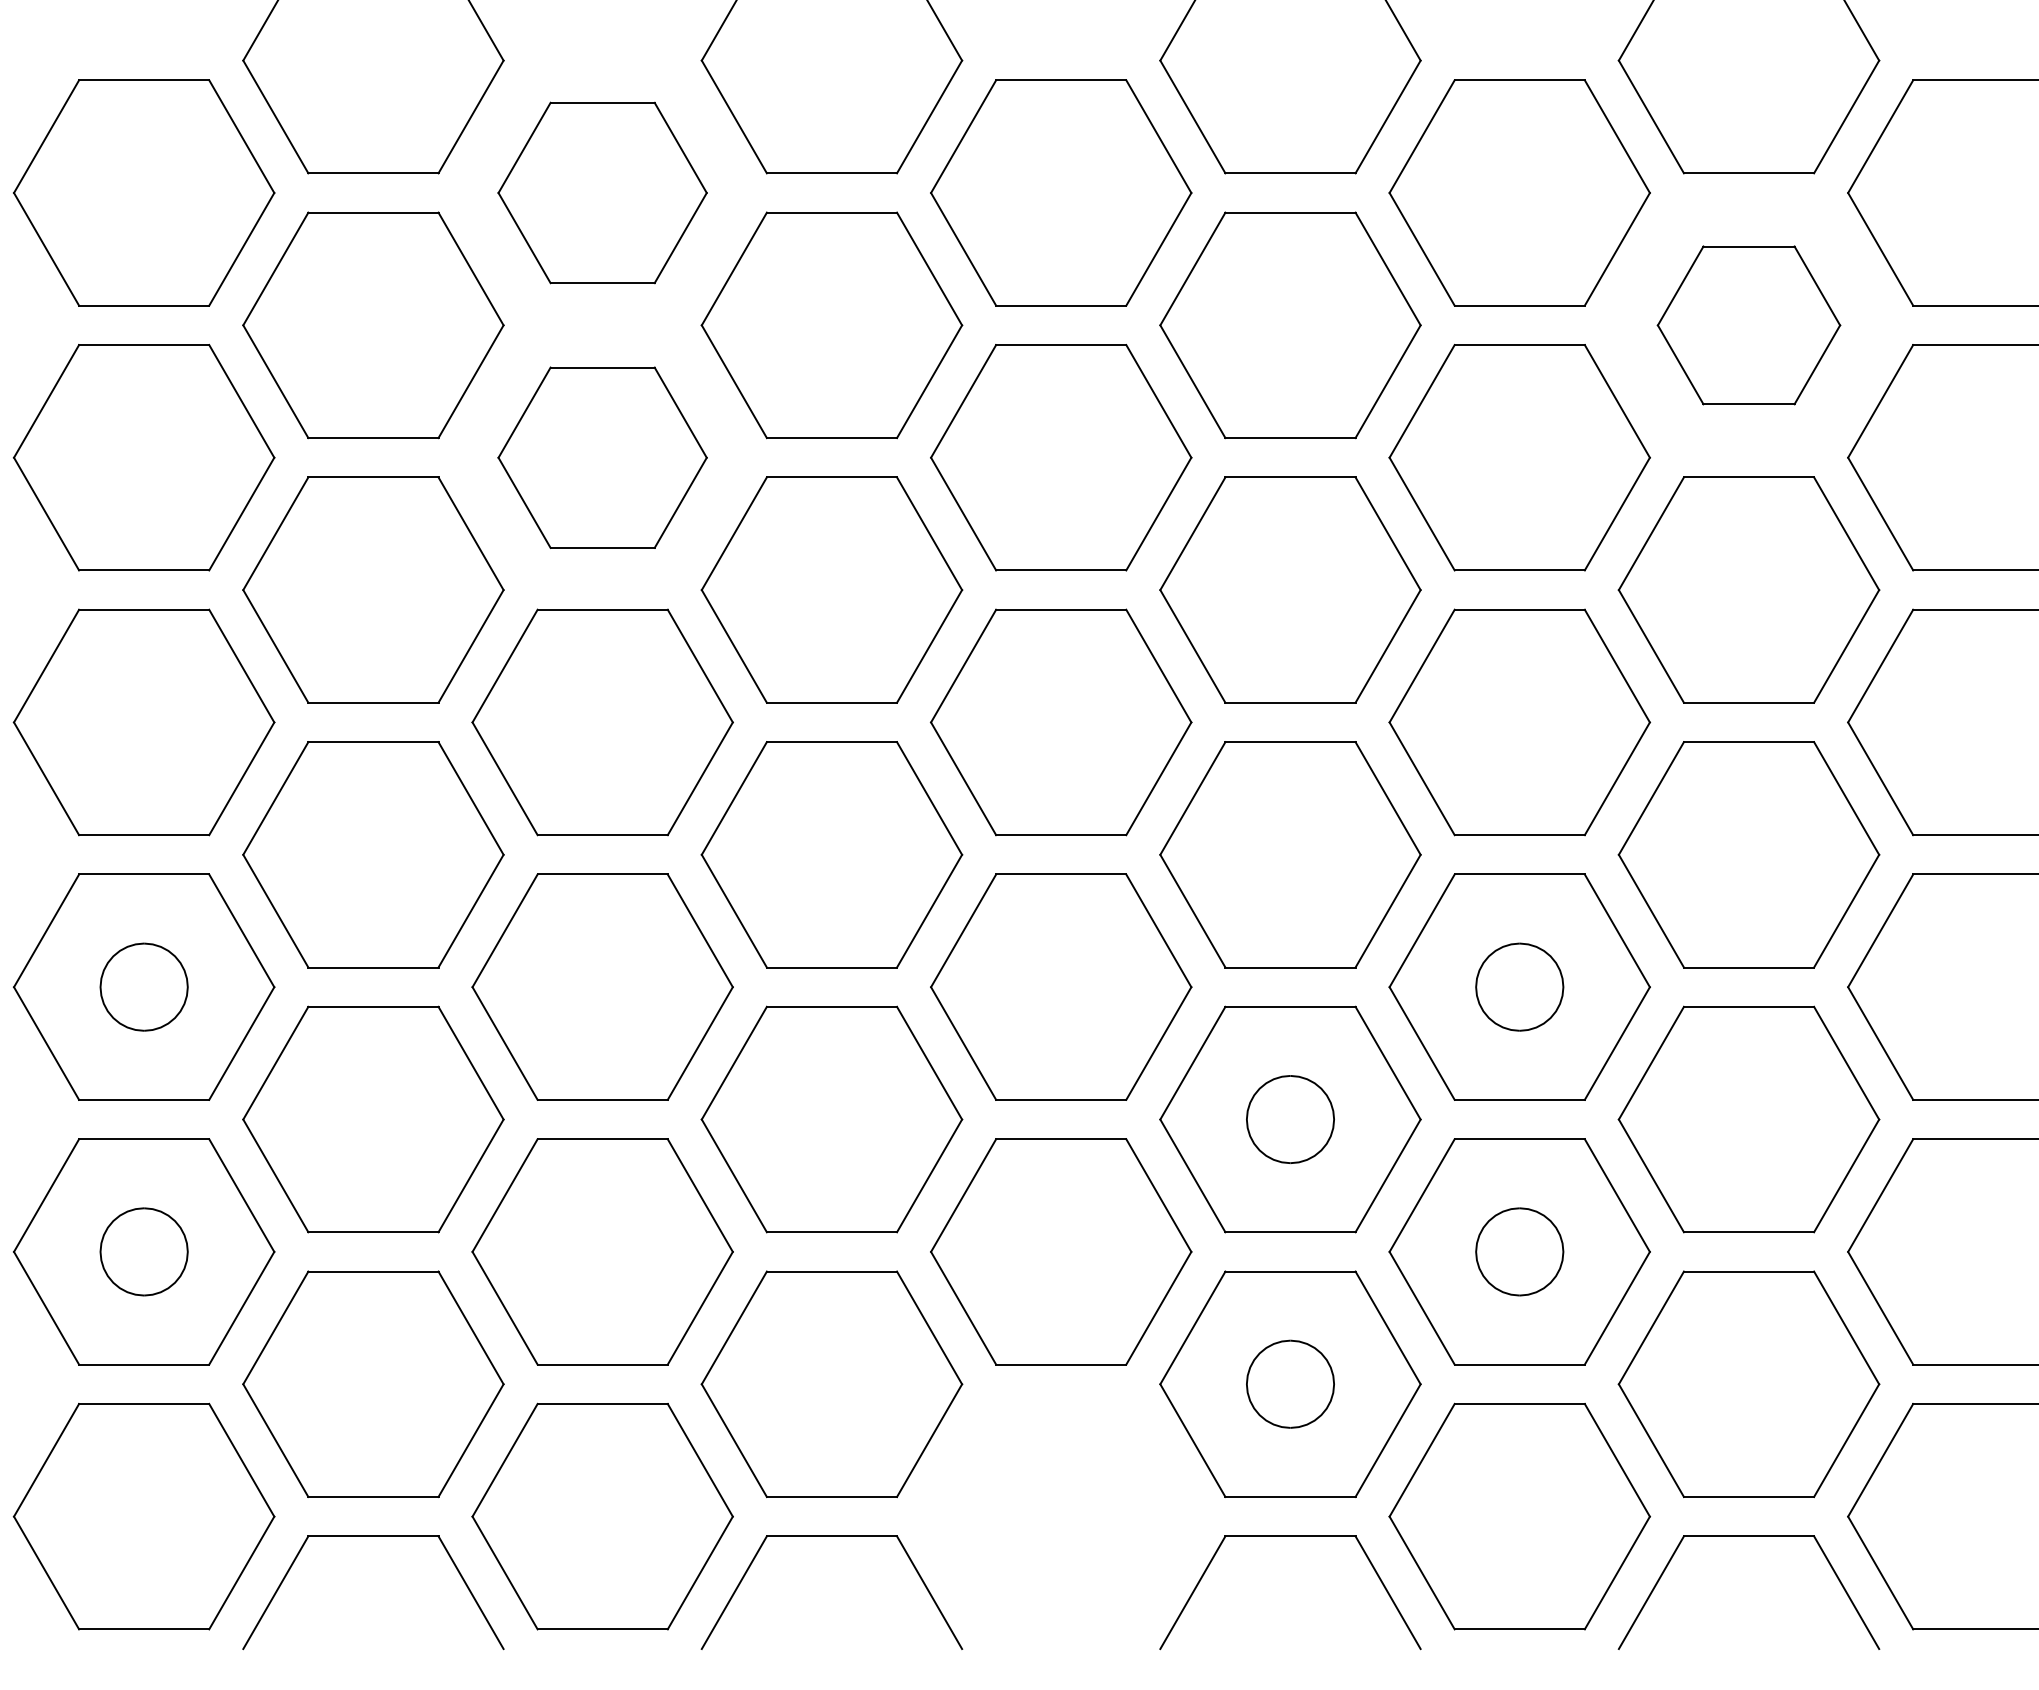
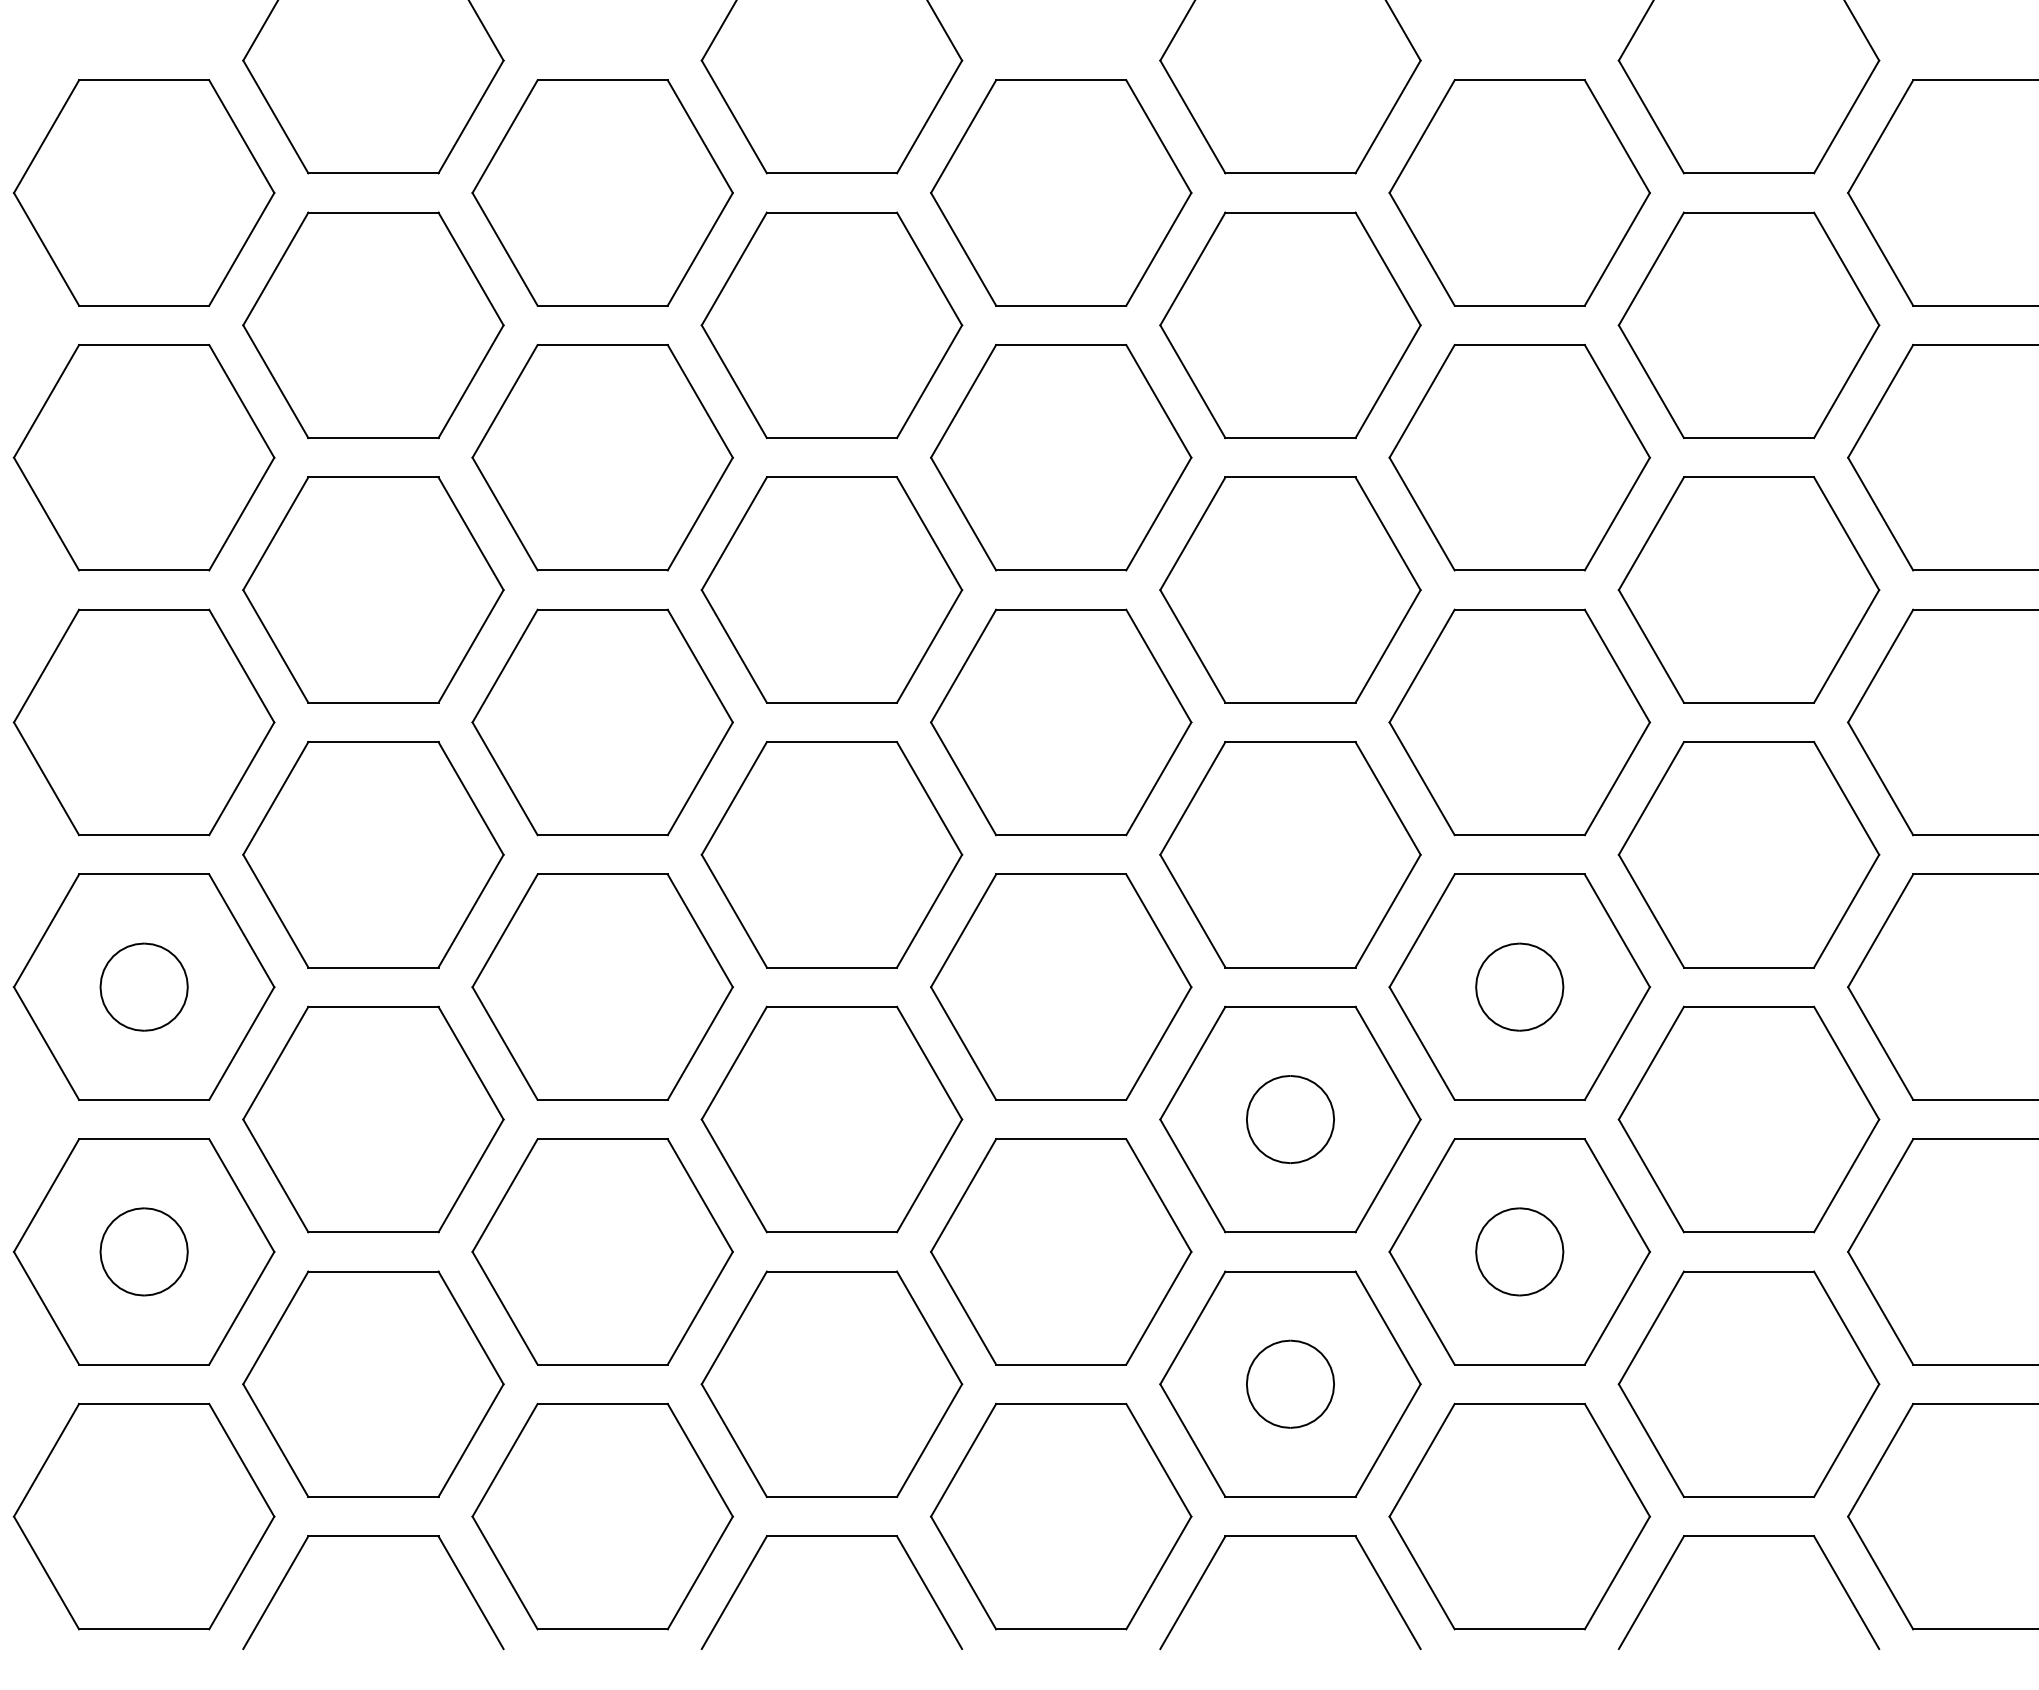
part at (602, 192) size: 211x184 px -> 263x228 px
part at (1748, 325) size: 186x161 px -> 264x229 px
part at (602, 457) size: 211x183 px -> 263x228 px
part at (1061, 1516): none -> present
